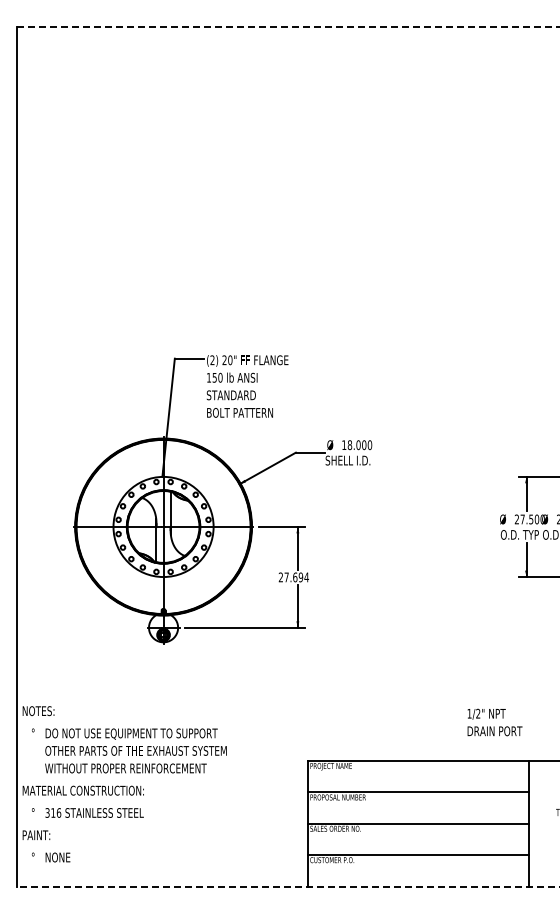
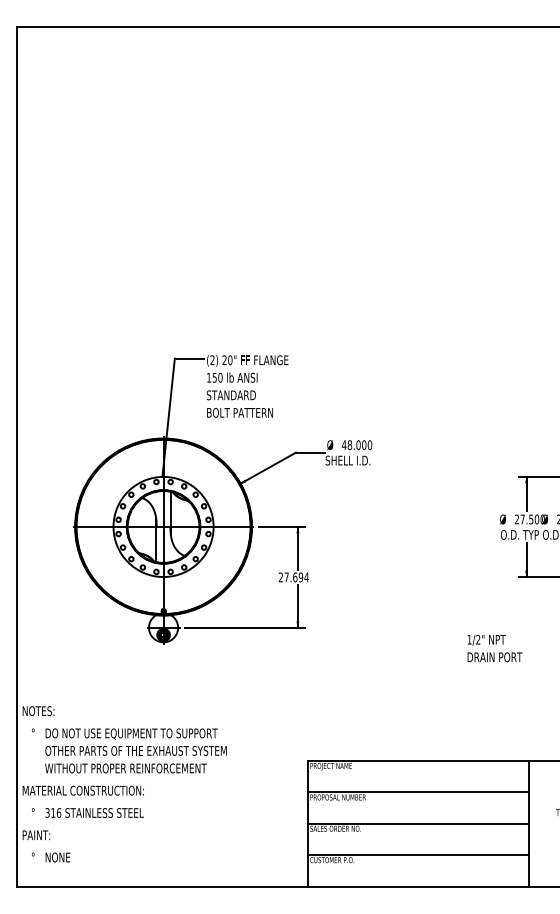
line at (288, 27): dashed -> solid
text at (343, 444): 18.000 -> 48.000
text at (494, 722) position: (494, 722) -> (494, 648)
line at (287, 886): dashed -> solid
